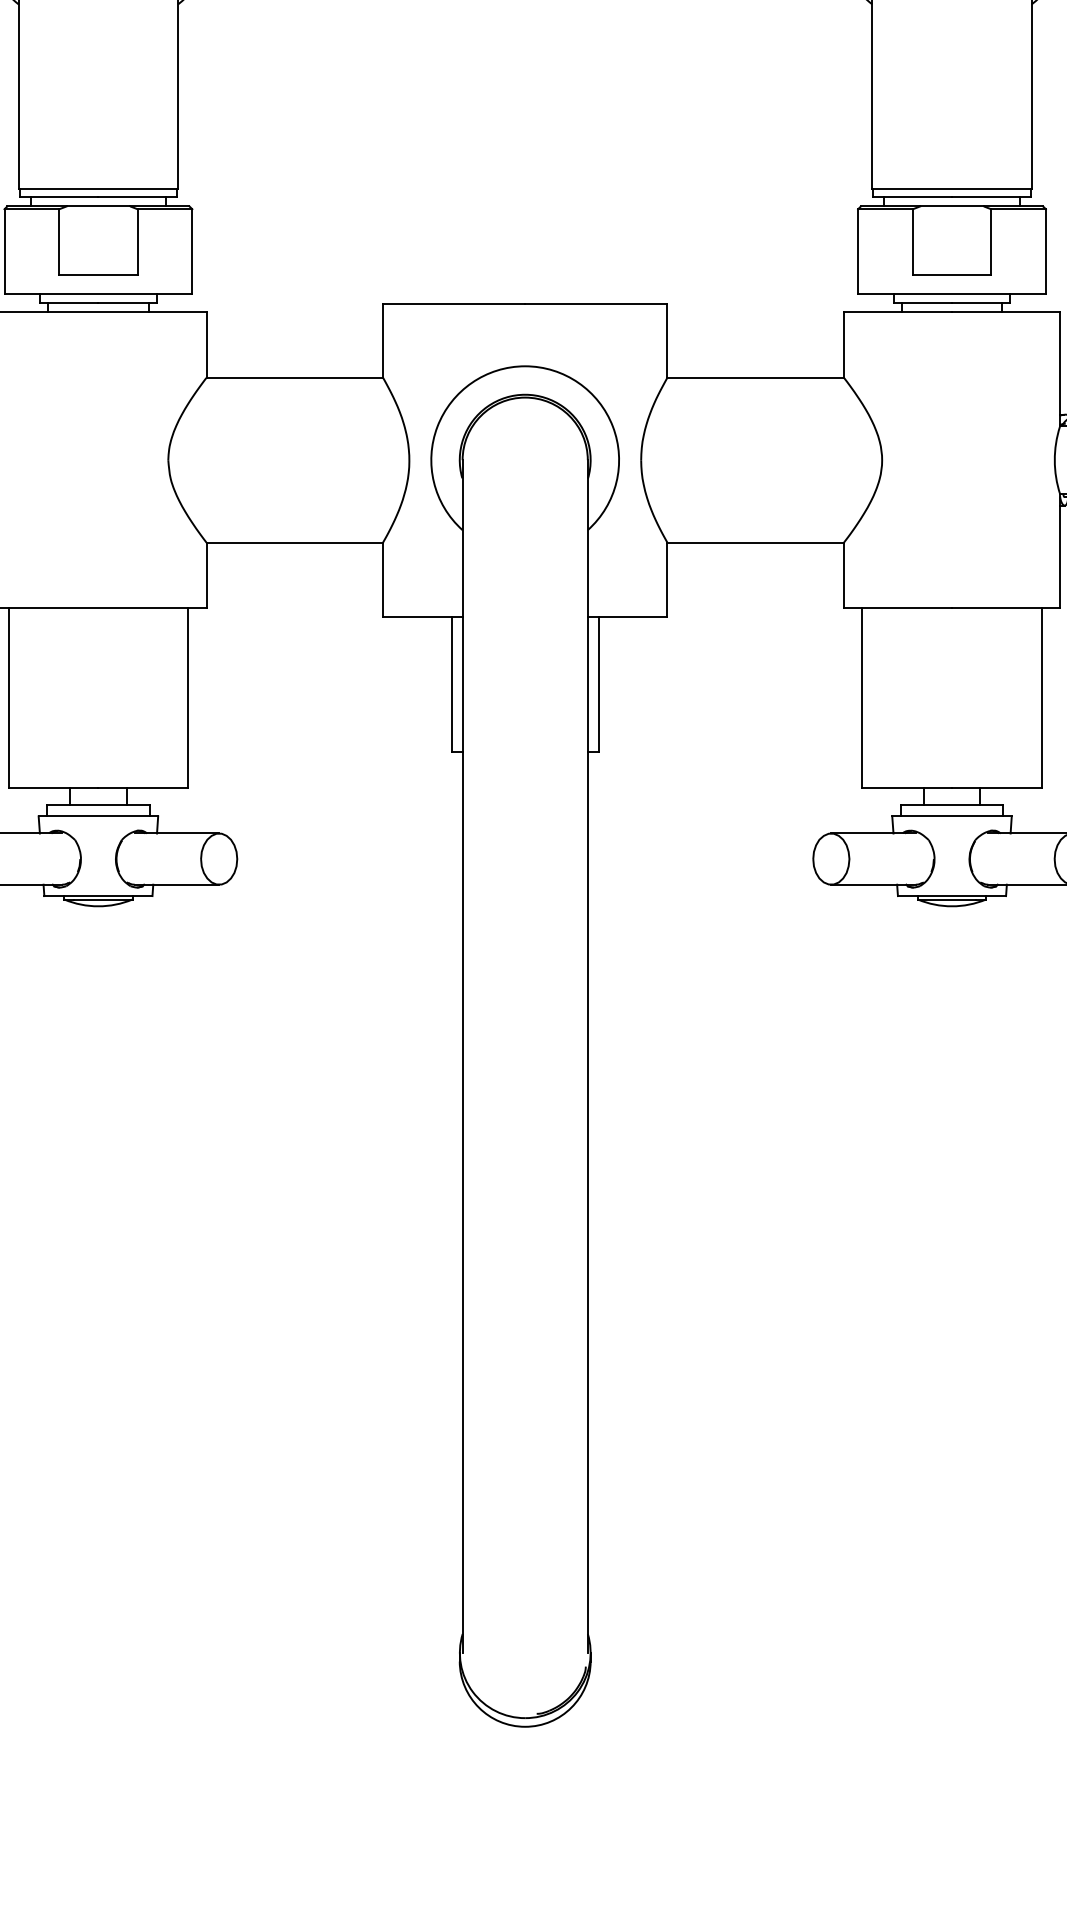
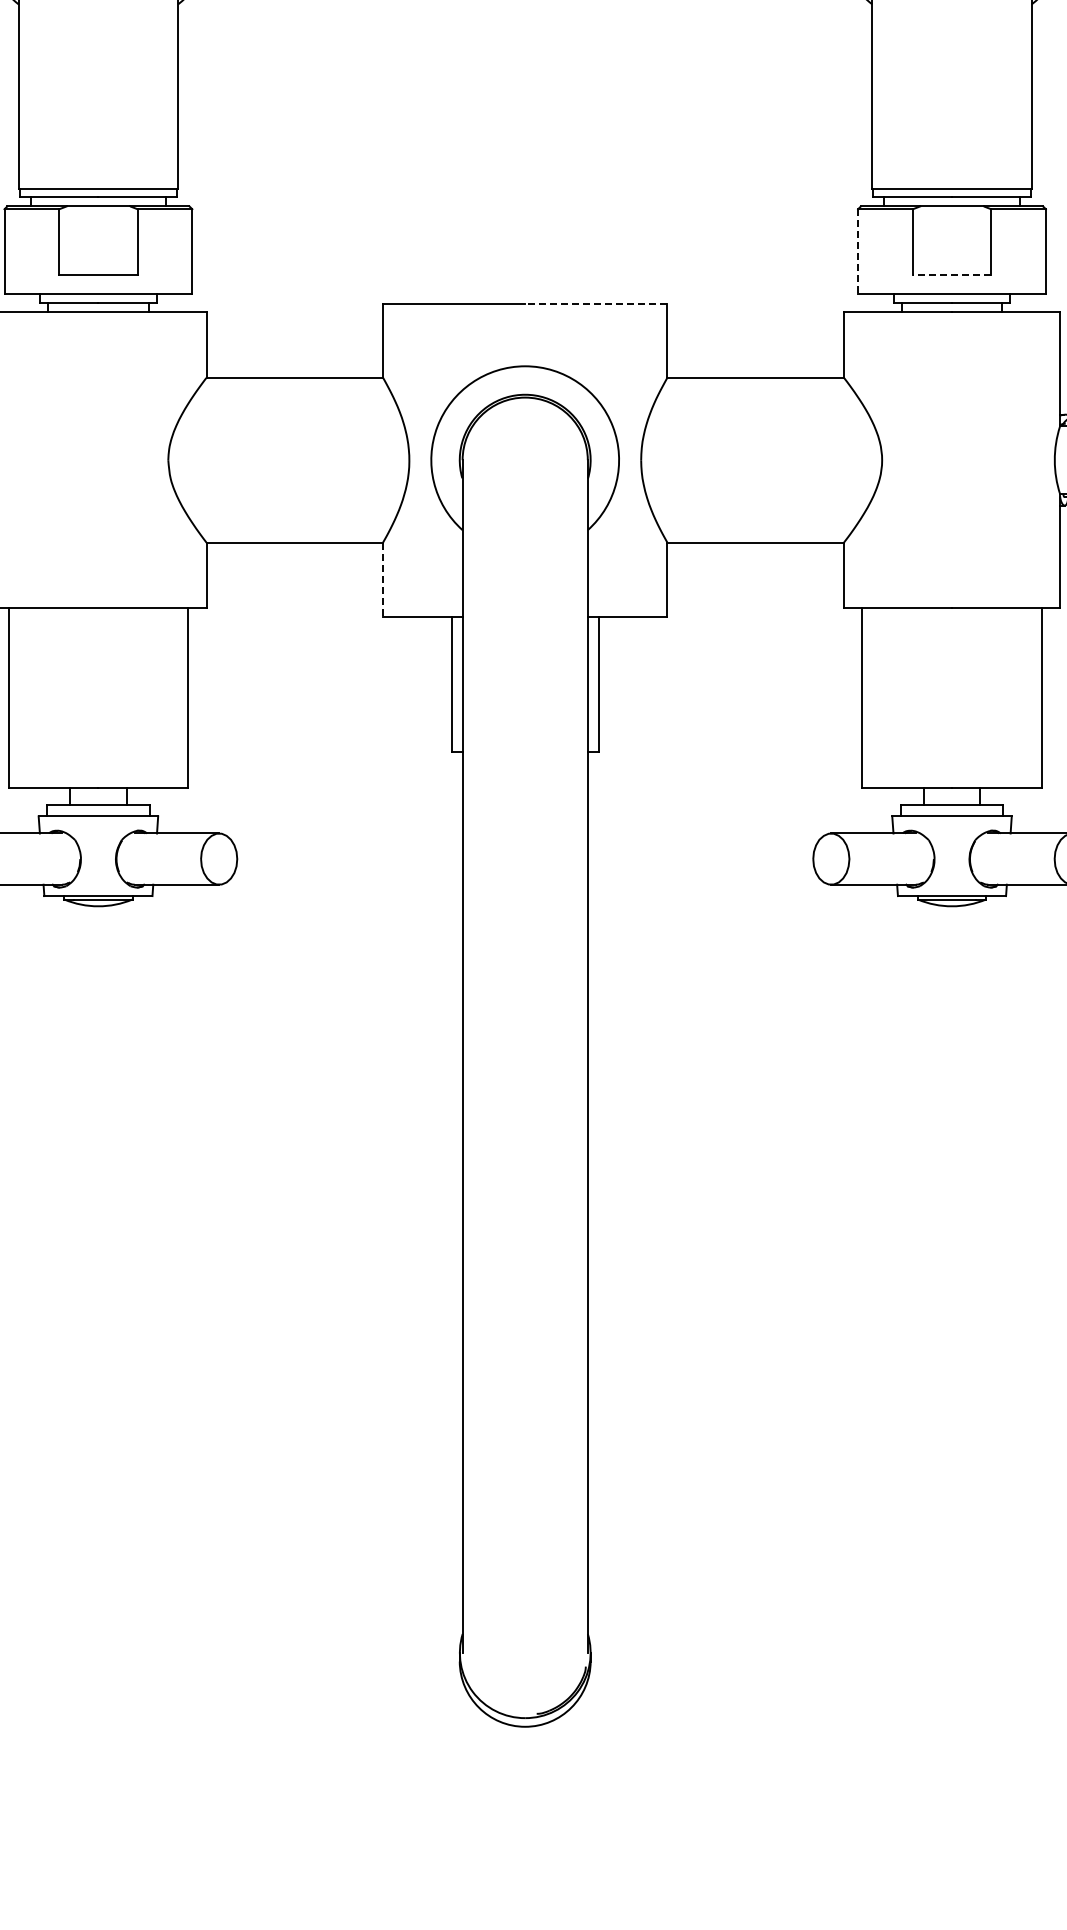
line at (858, 252): solid -> dashed
line at (951, 274): solid -> dashed
line at (595, 303): solid -> dashed
line at (382, 579): solid -> dashed
